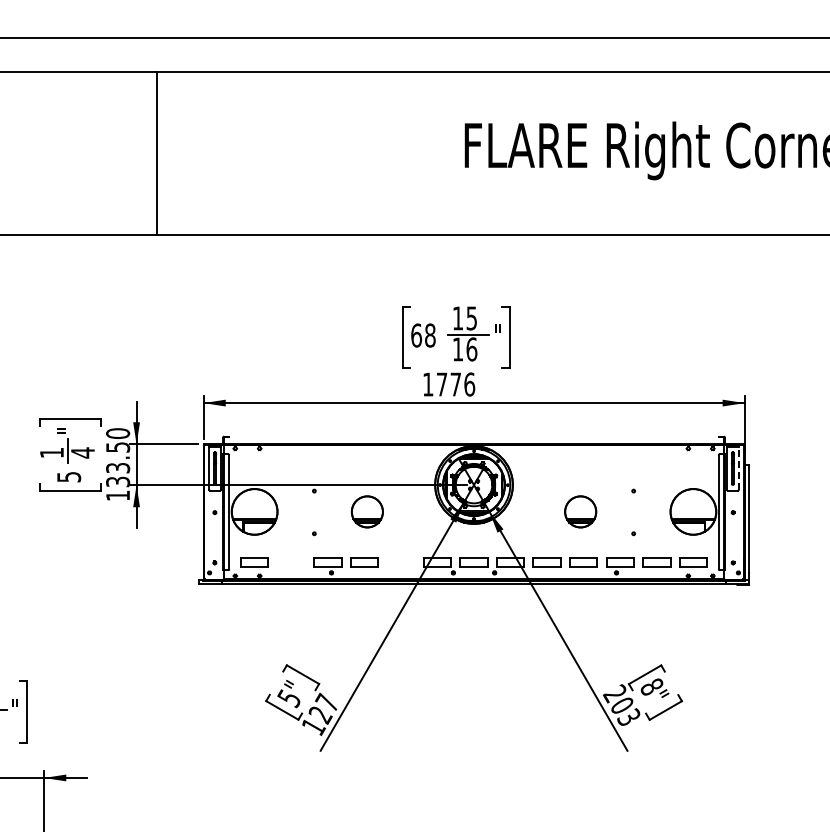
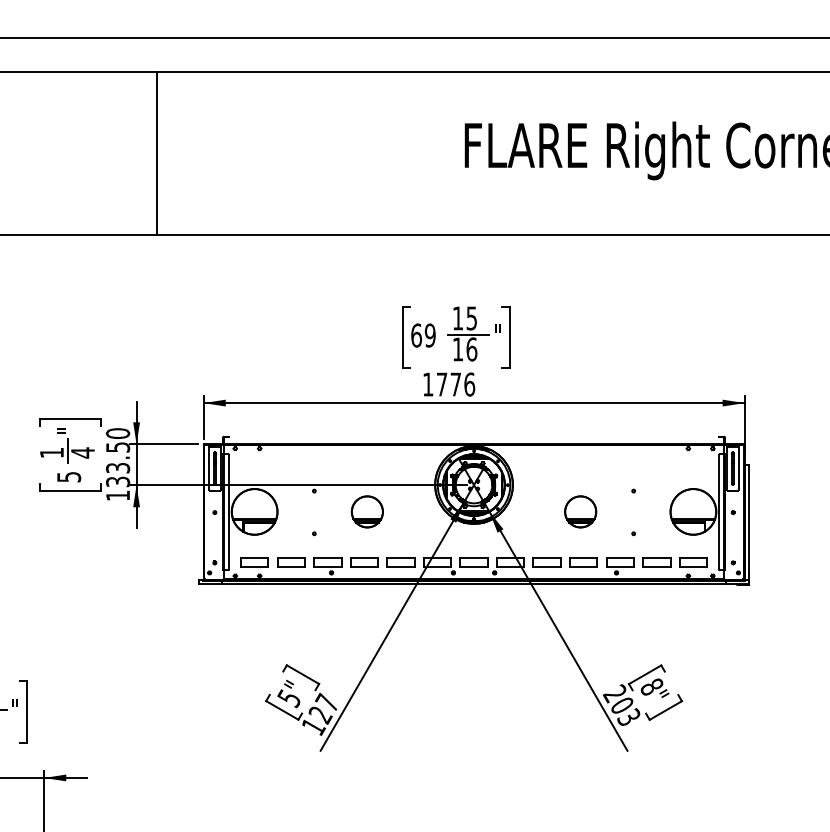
text at (429, 335): 68 -> 69
line at (738, 467): dashed -> solid
part at (291, 562): none -> present
part at (400, 562): none -> present
